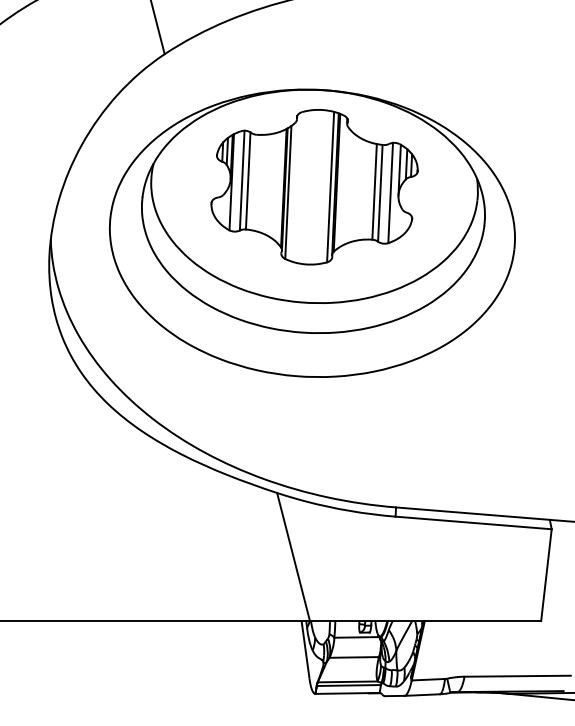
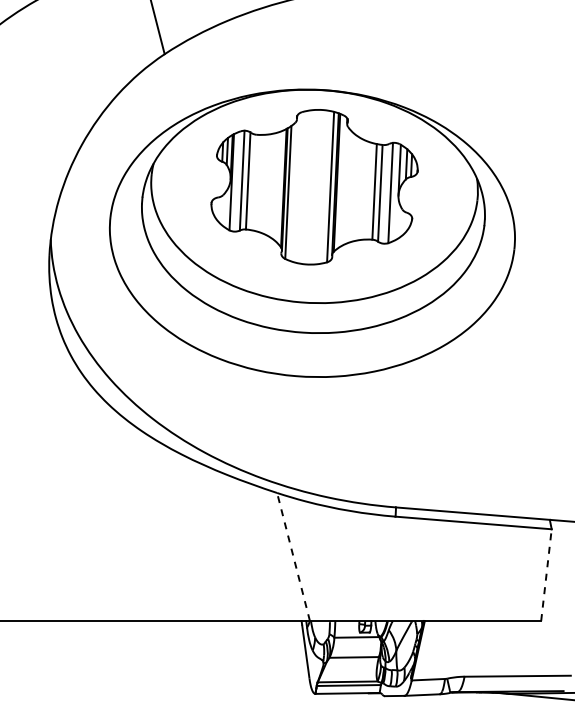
line at (293, 556): solid -> dashed
line at (546, 574): solid -> dashed
